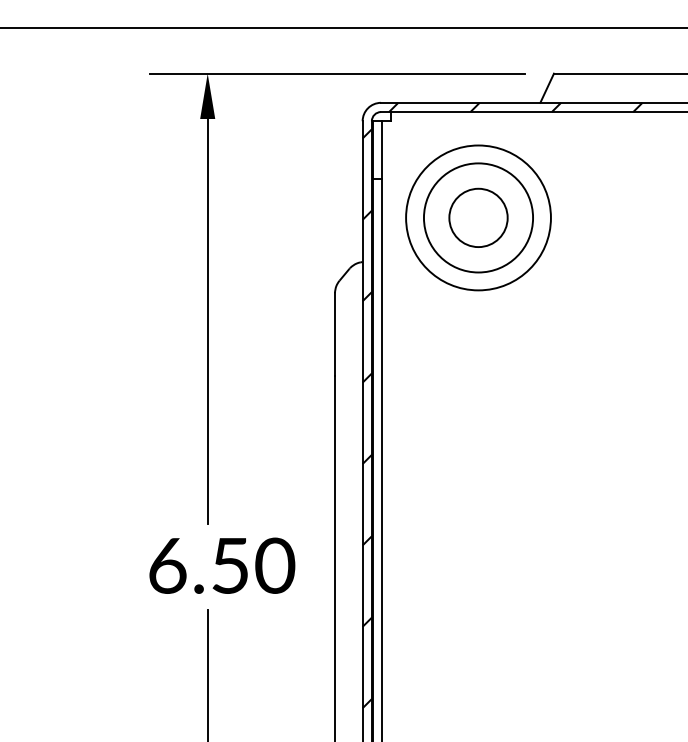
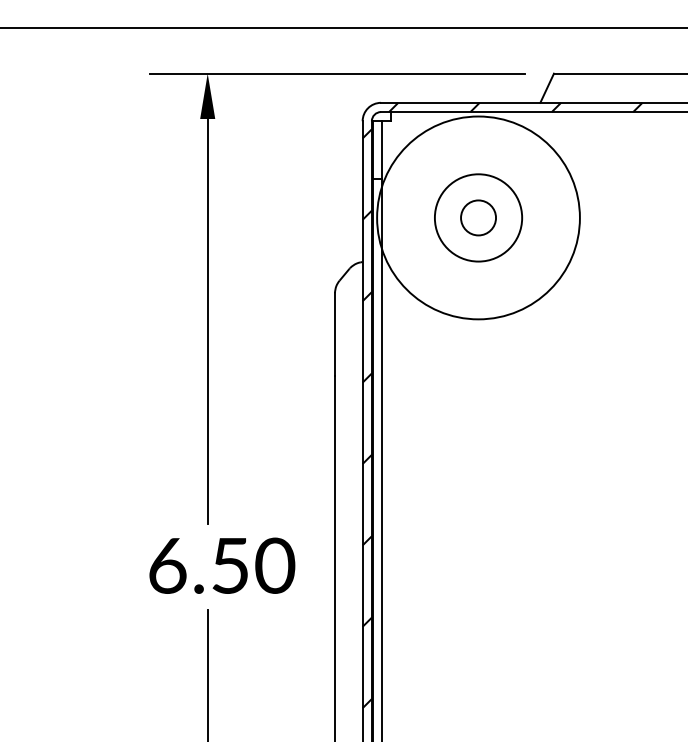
circle at (478, 217) diameter: 109 px -> 87 px
circle at (478, 217) diameter: 145 px -> 203 px
circle at (478, 217) diameter: 58 px -> 35 px
